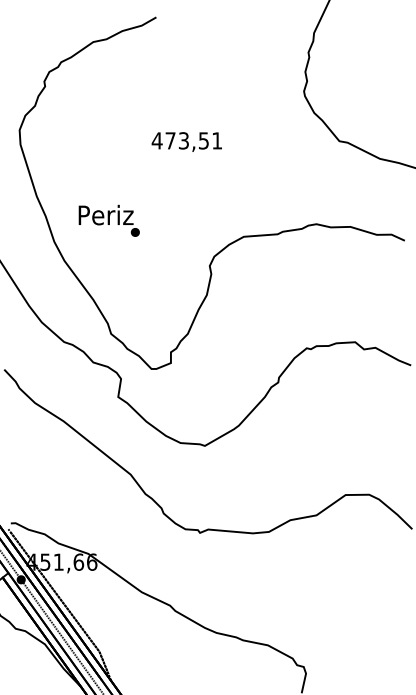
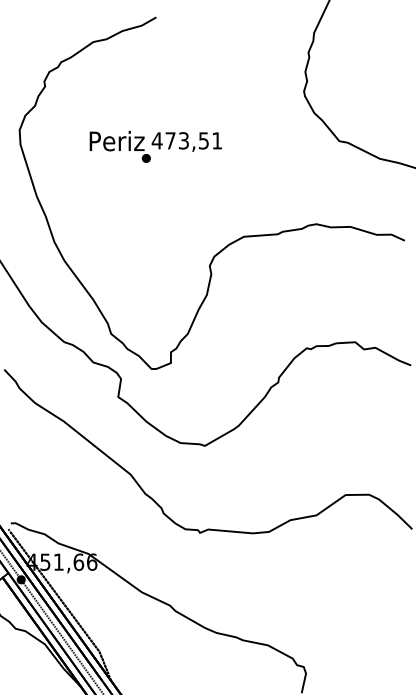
text at (108, 220) position: (108, 220) -> (119, 146)
